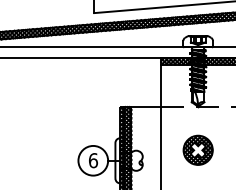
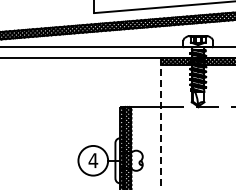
line at (160, 124): solid -> dashed
part at (197, 149): present -> none
text at (93, 160): 6 -> 4
